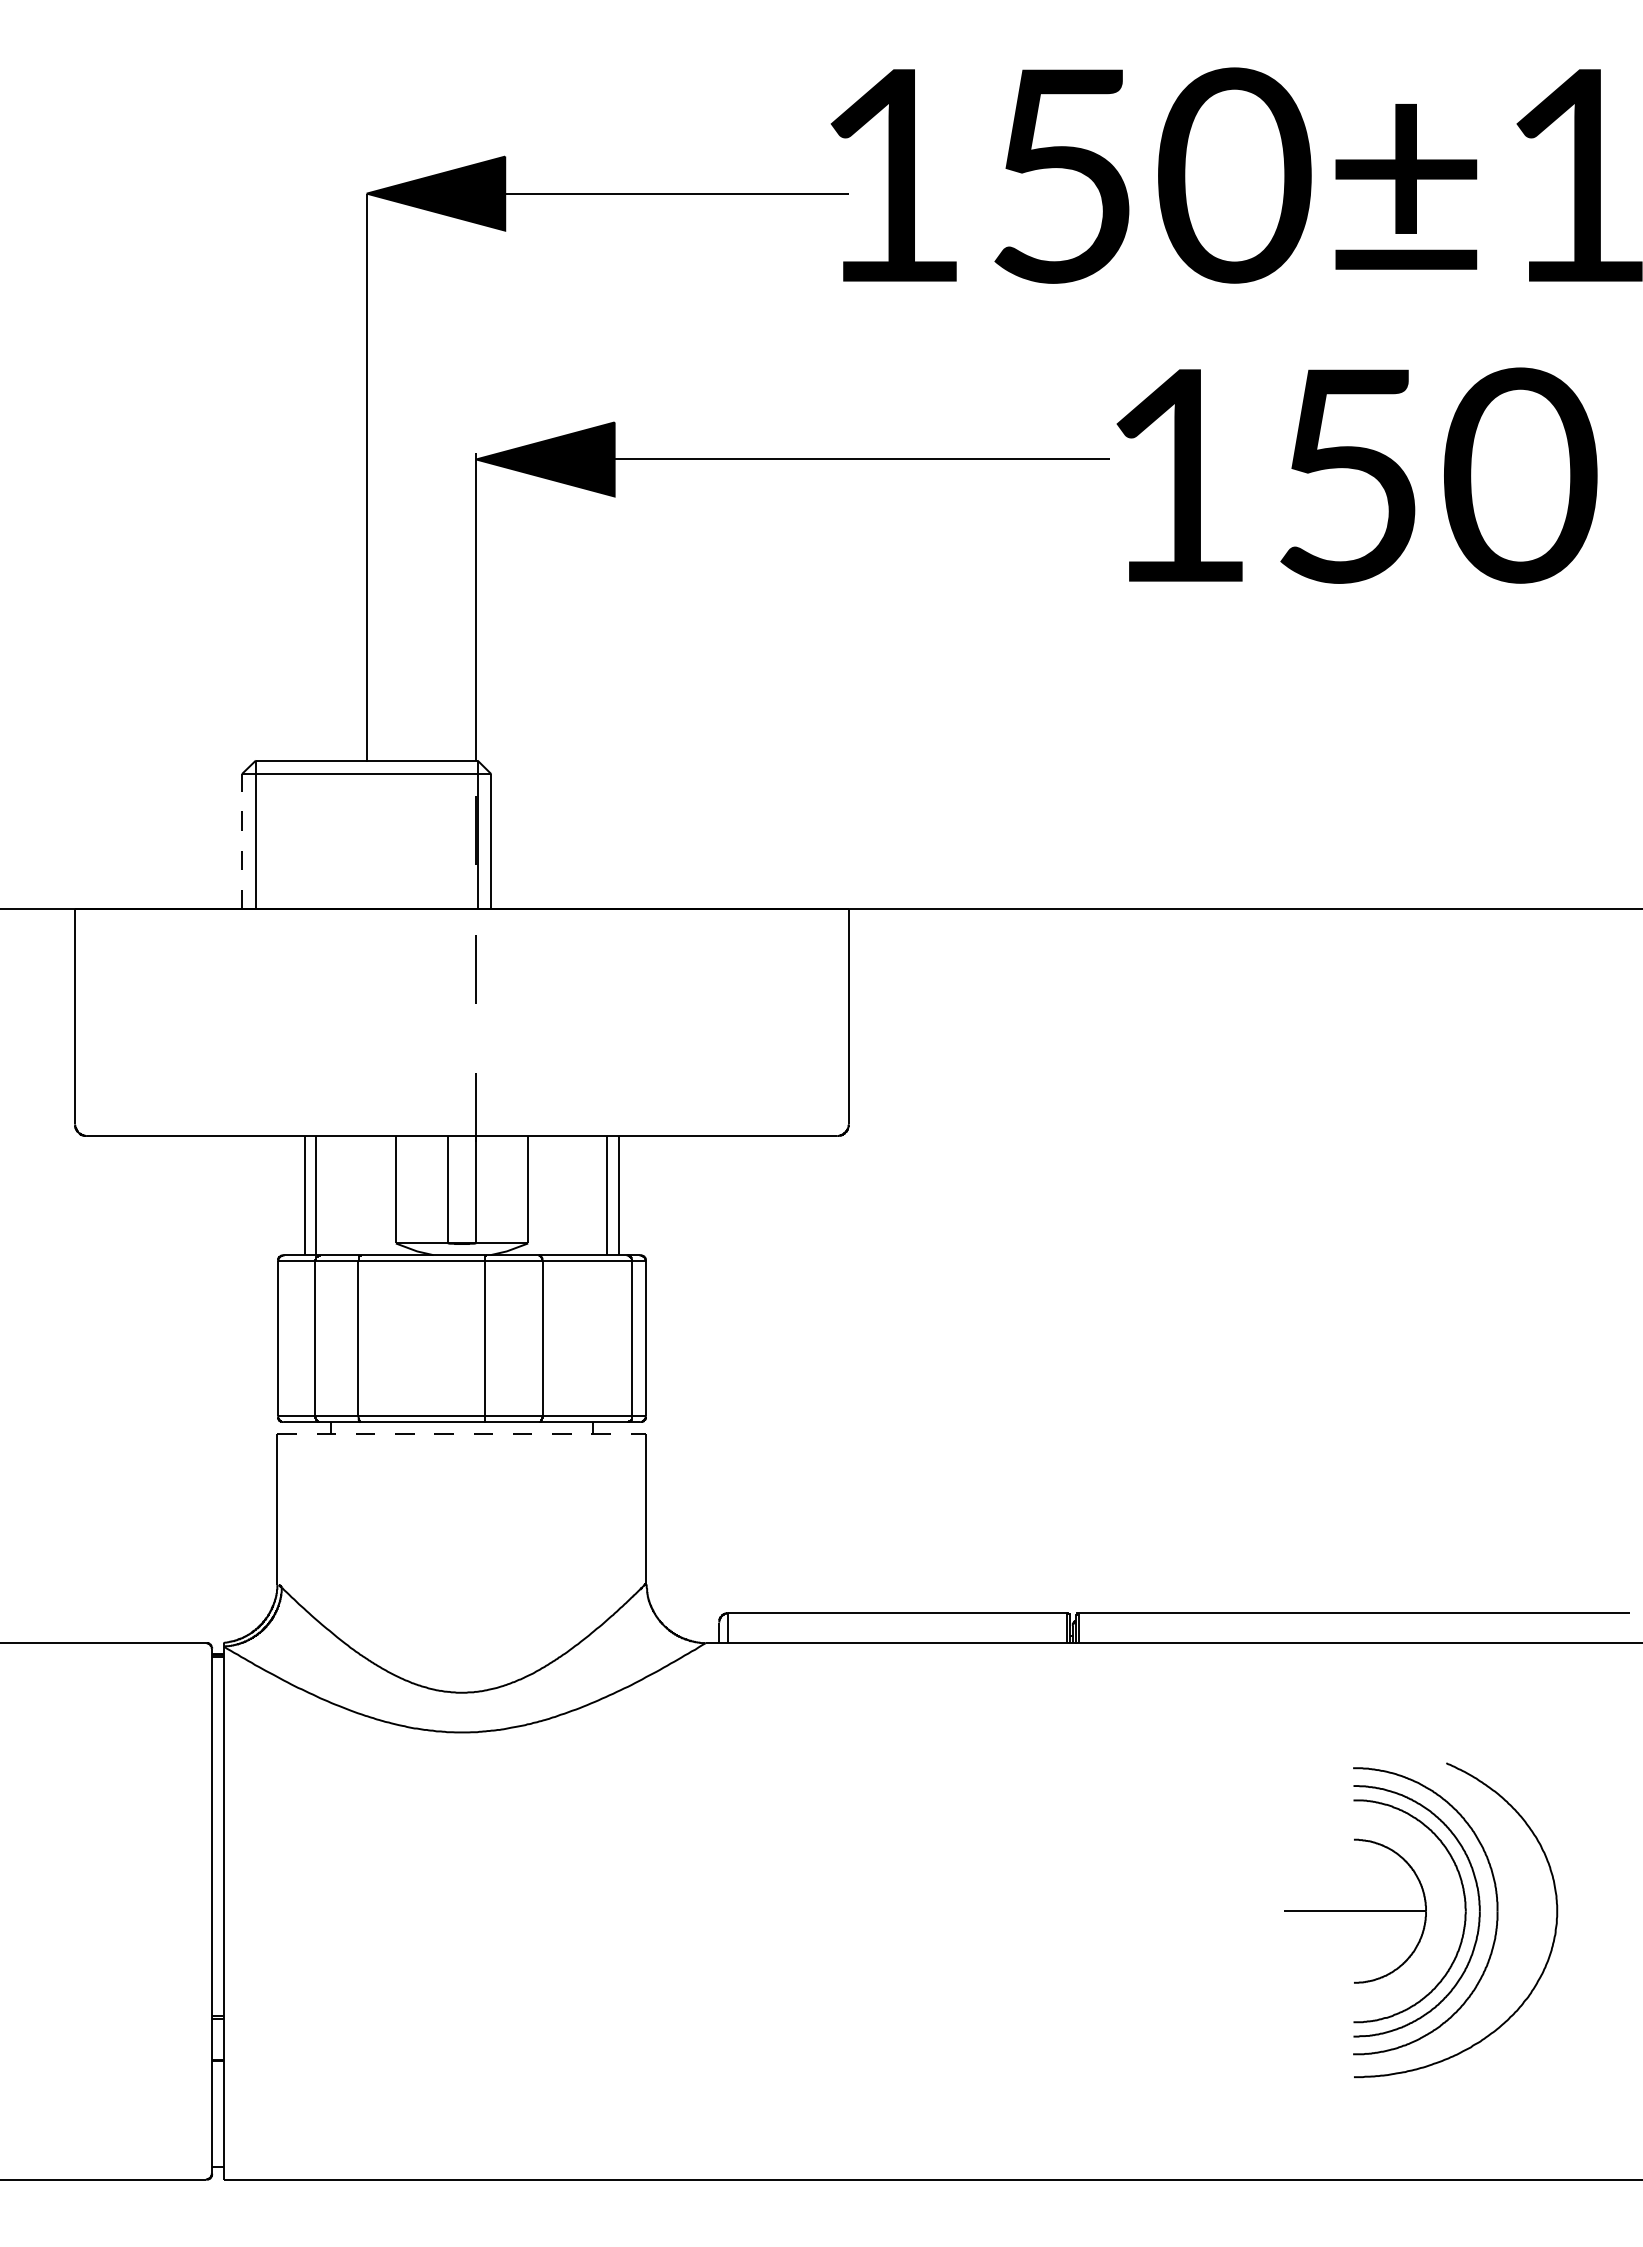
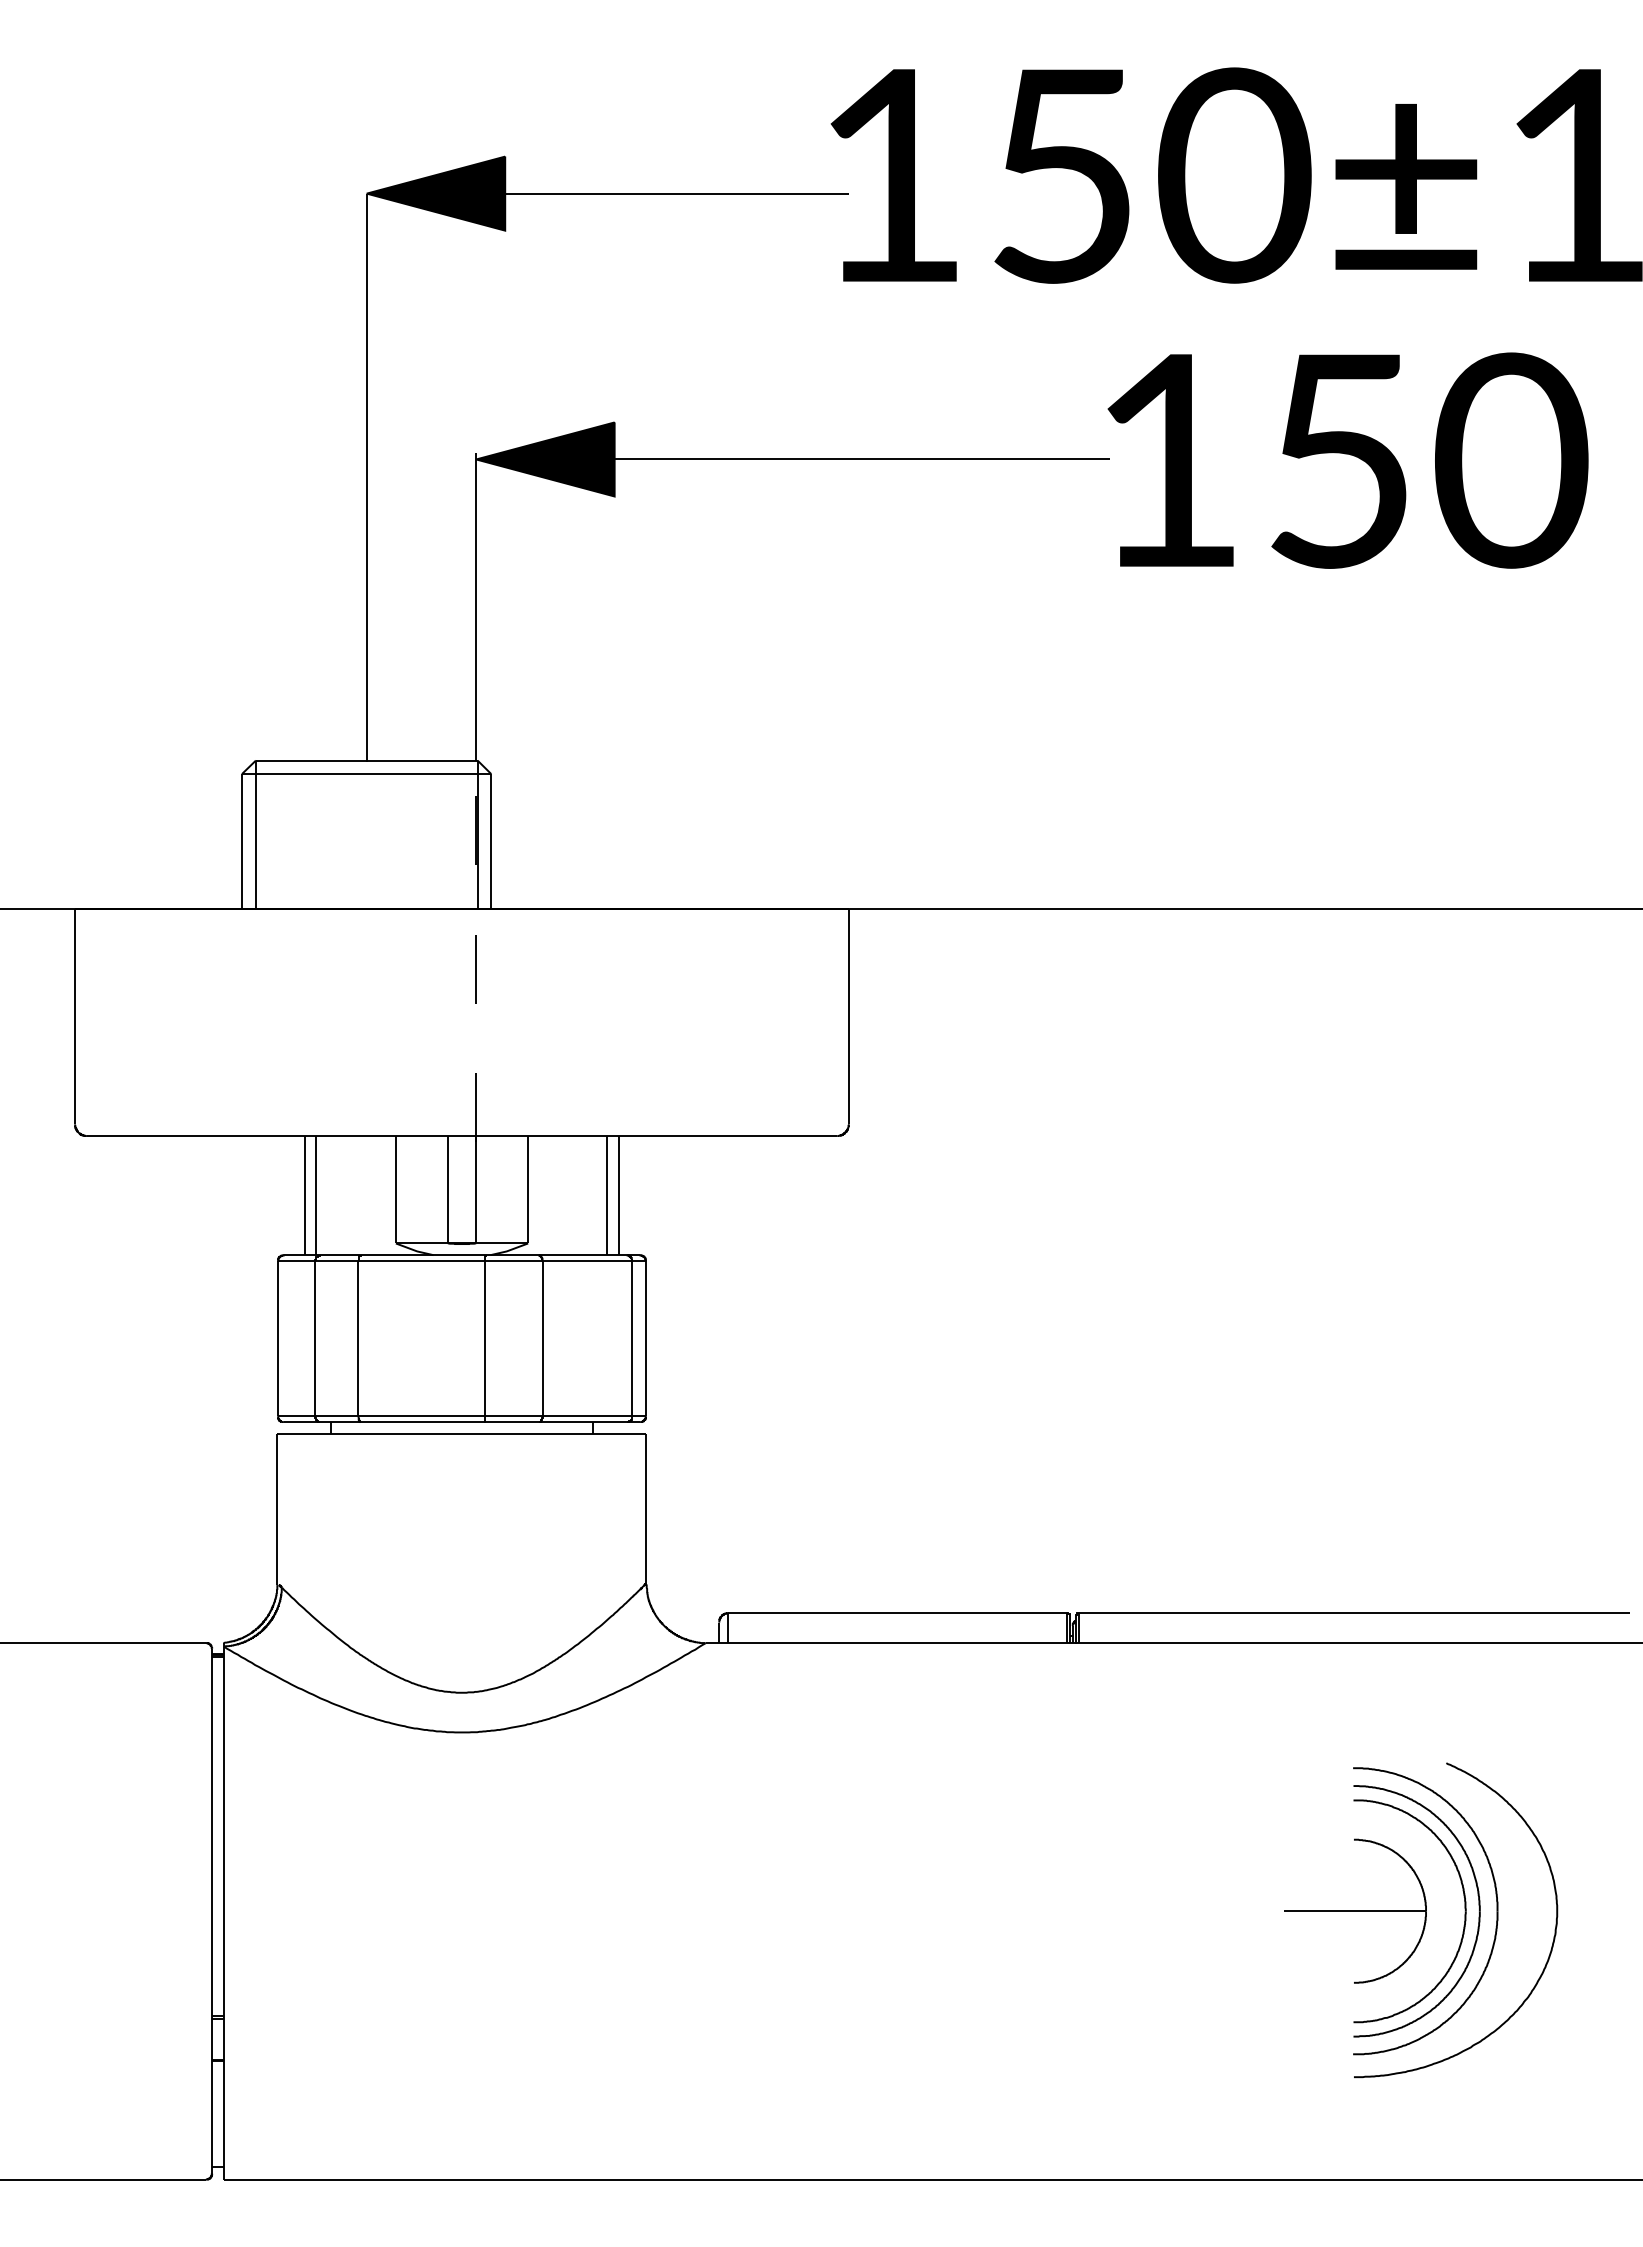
text at (1356, 475) position: (1356, 475) -> (1347, 460)
line at (242, 841): dashed -> solid
line at (461, 1434): dashed -> solid
